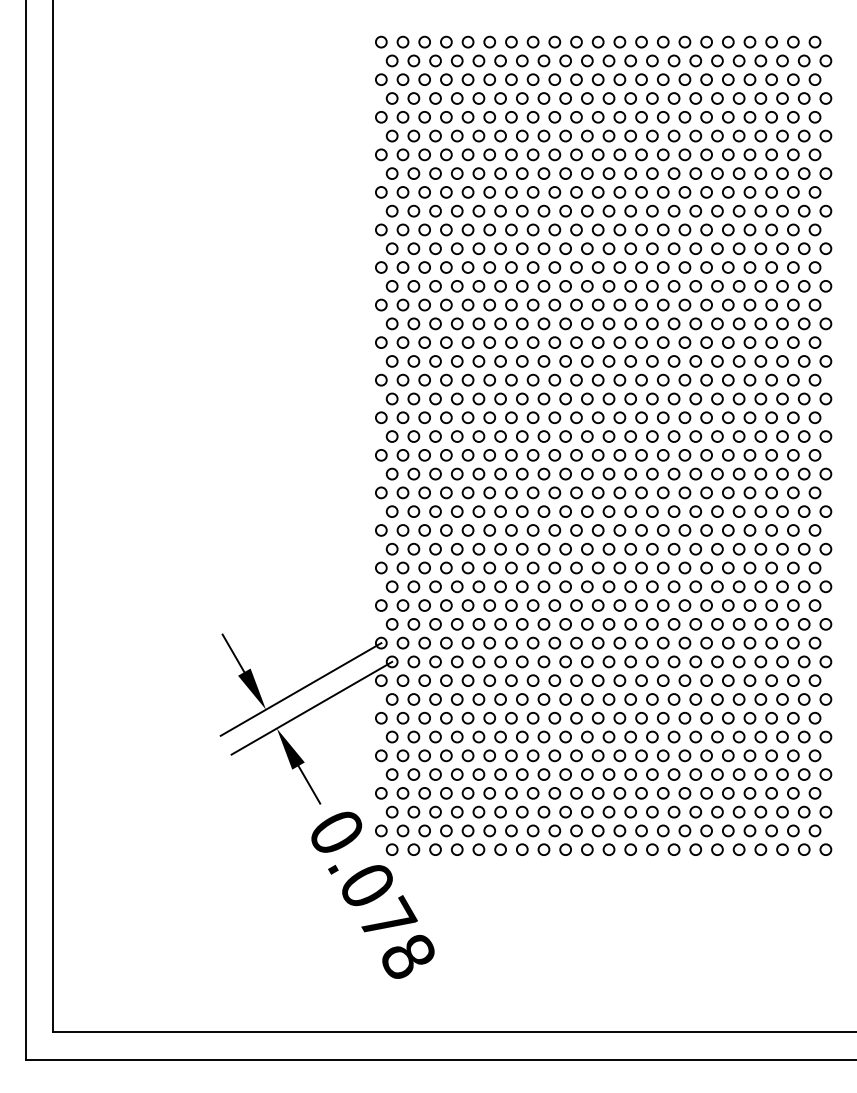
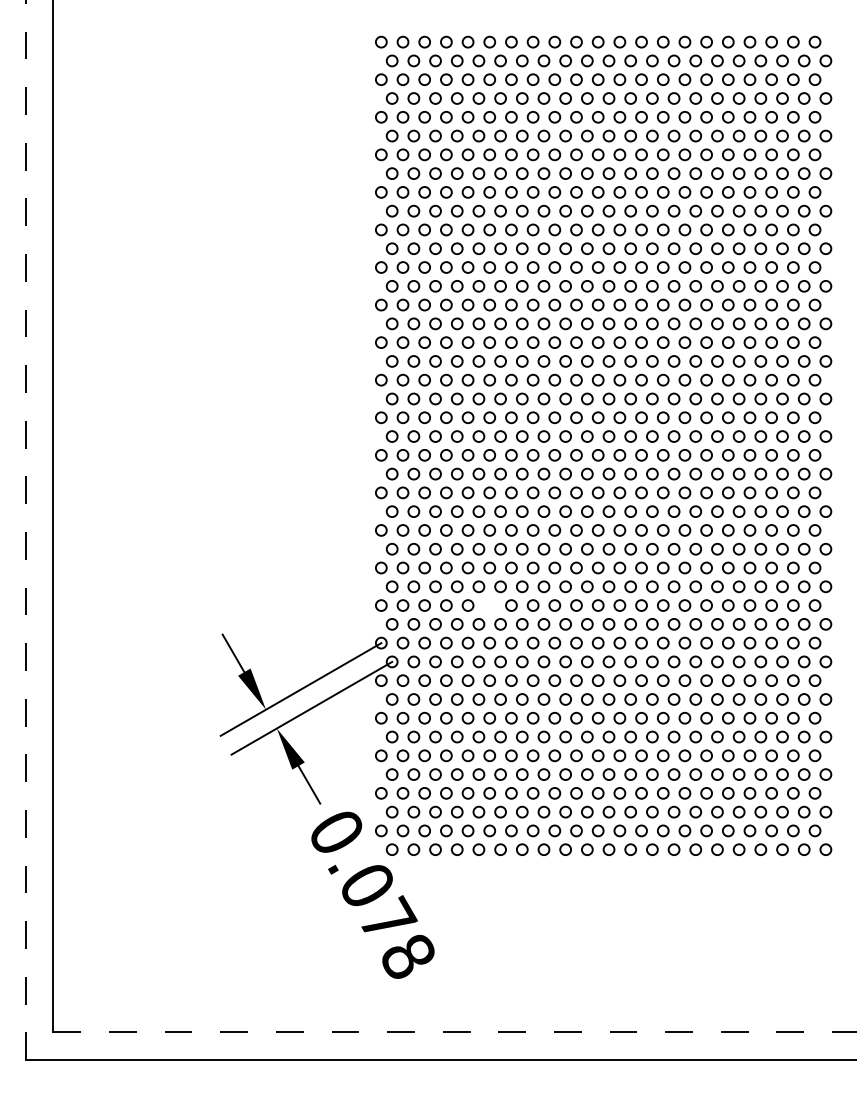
line at (25, 530): solid -> dashed
circle at (489, 605): present -> none
line at (455, 1032): solid -> dashed
